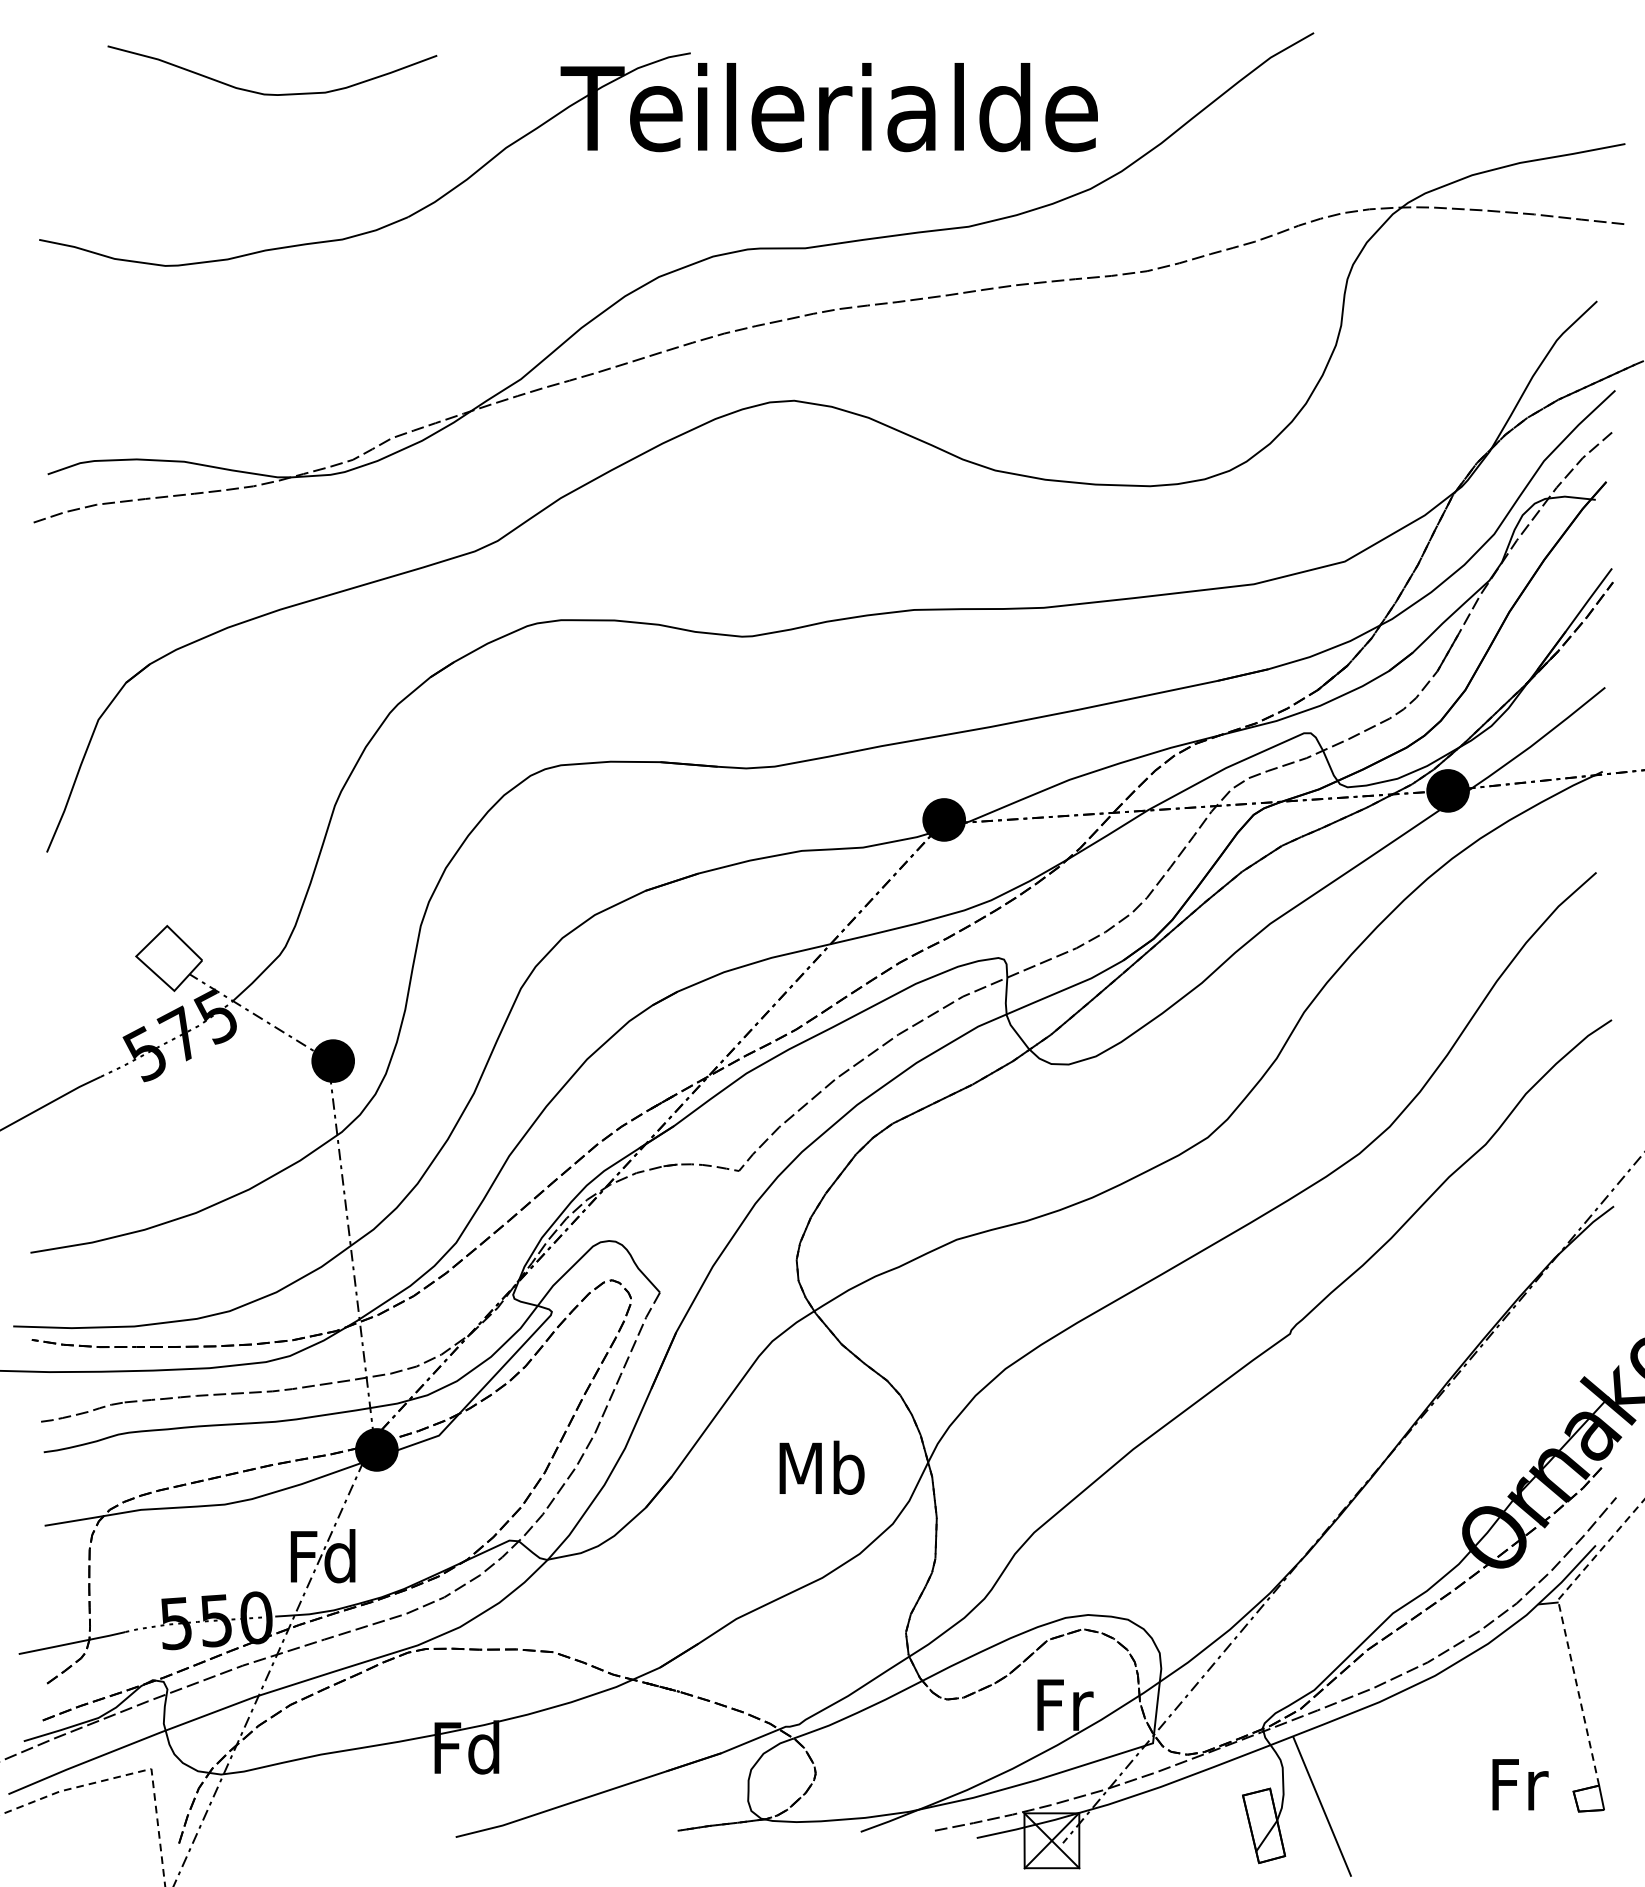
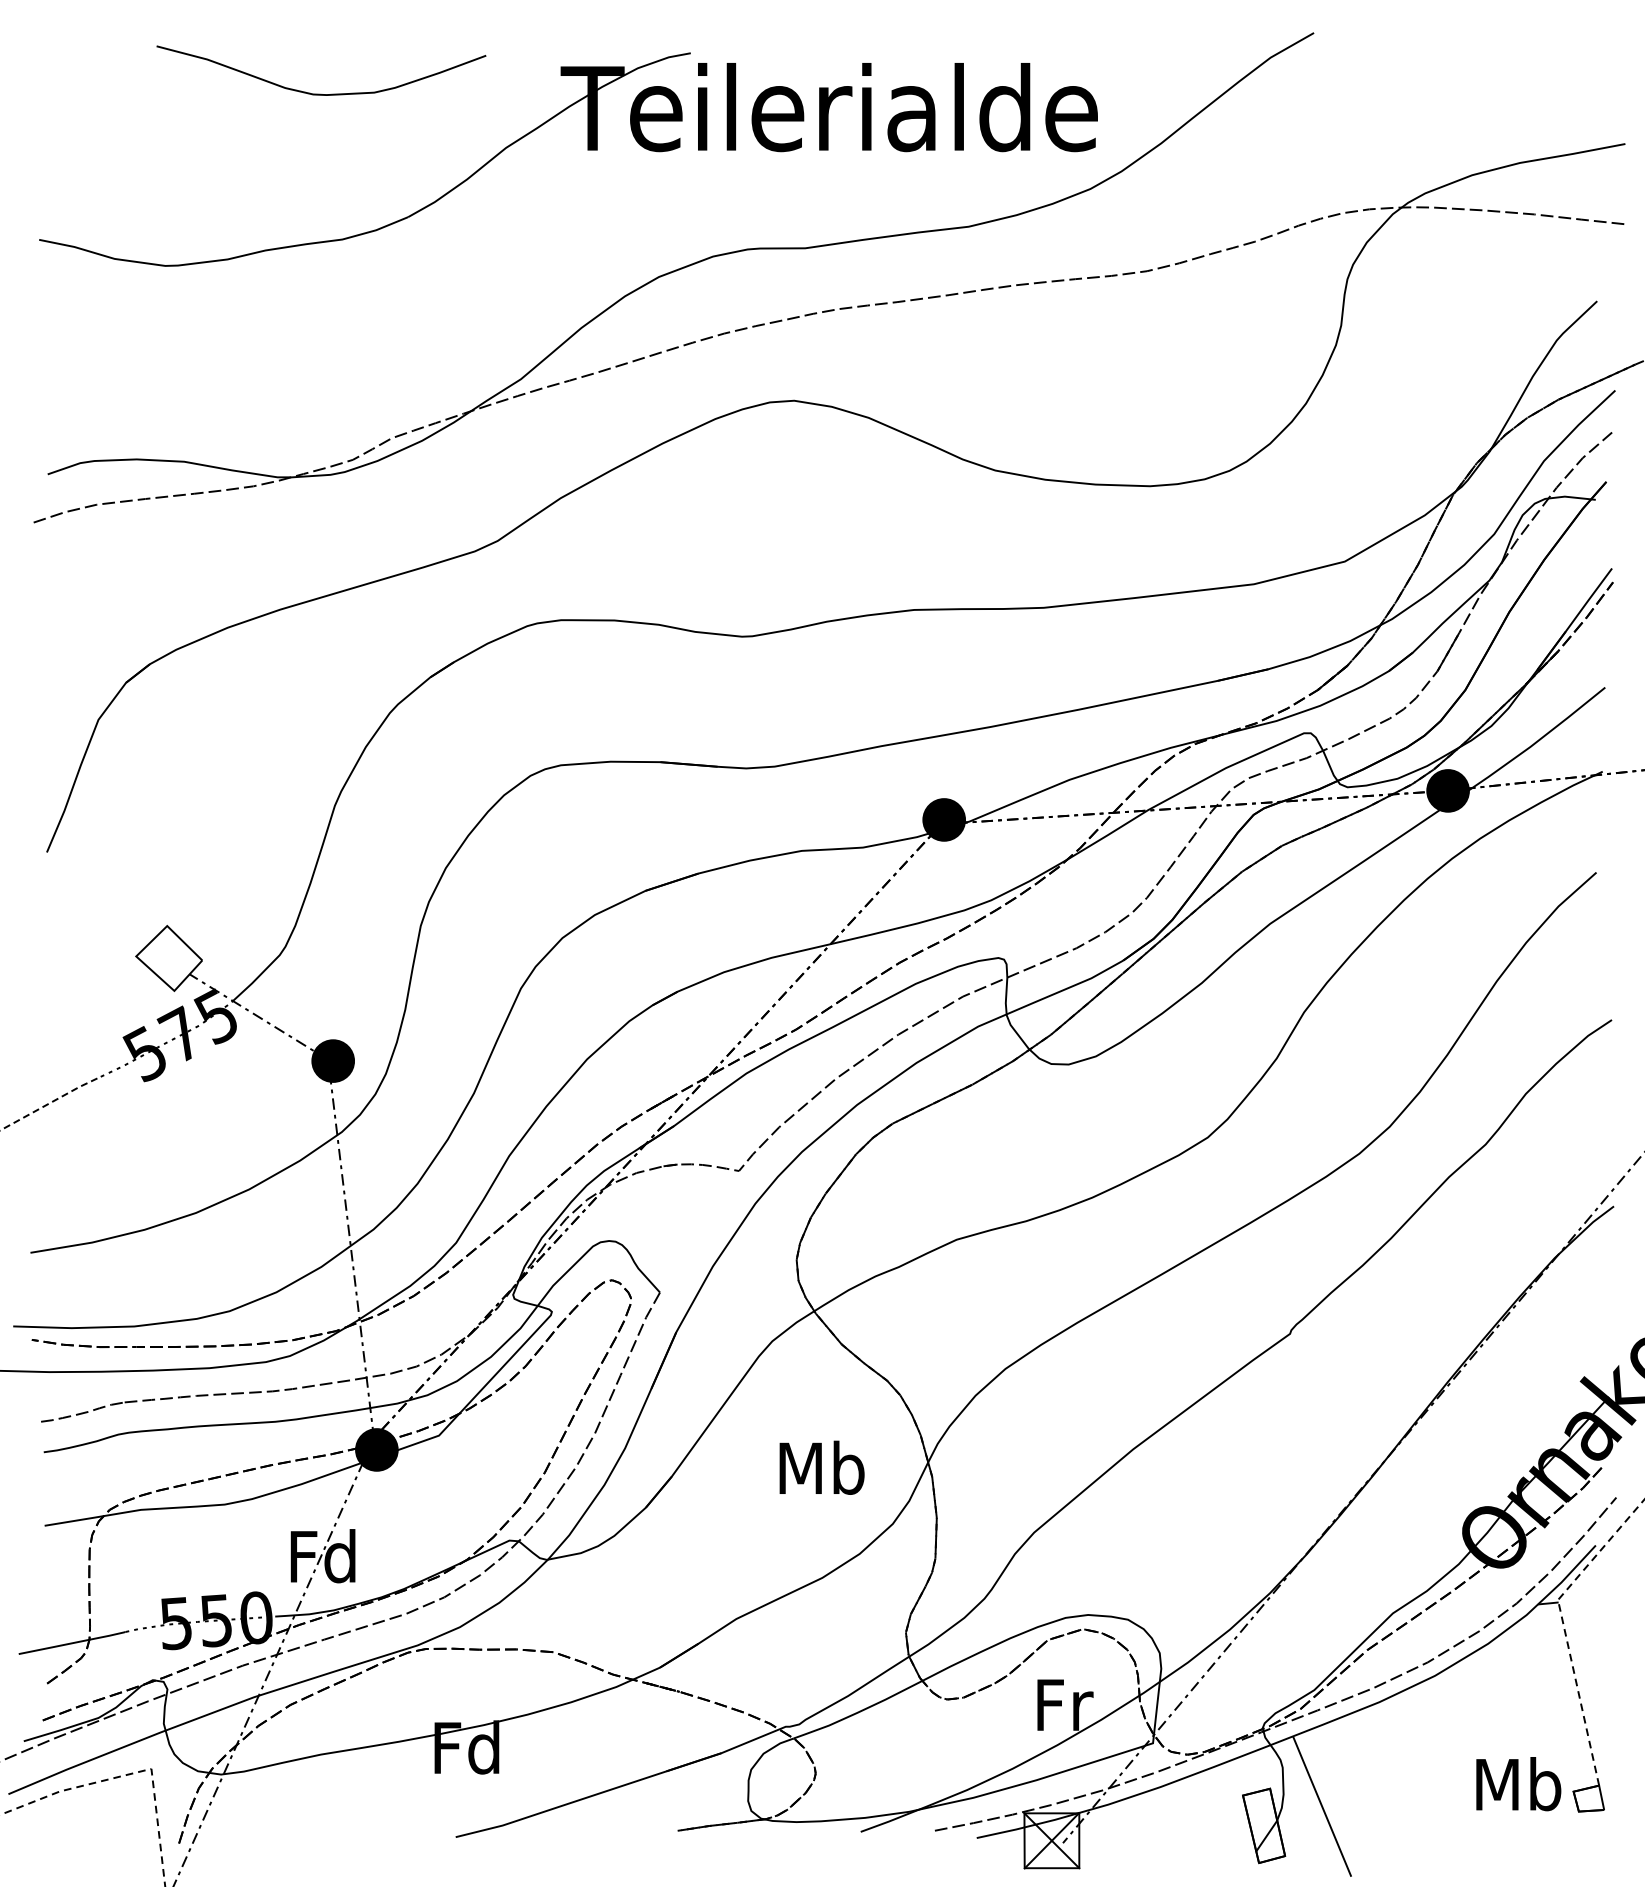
curve at (272, 93) position: (272, 93) -> (321, 93)
line at (50, 1102): solid -> dashed
text at (1518, 1784): Fr -> Mb
